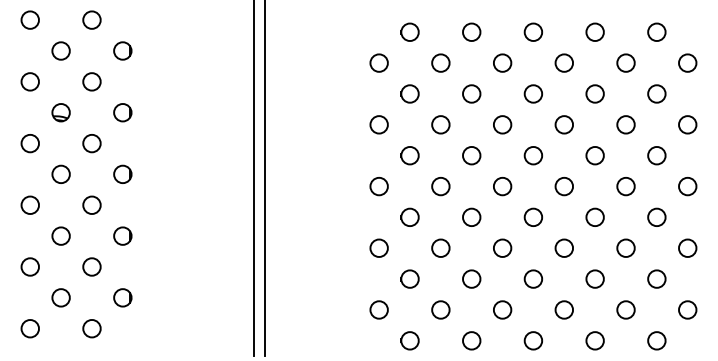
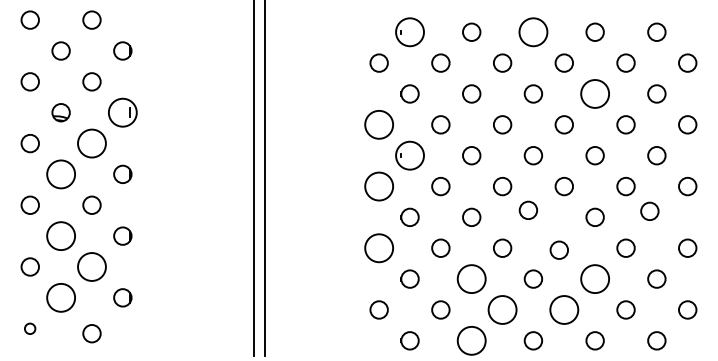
circle at (409, 32) diameter: 17 px -> 28 px
circle at (533, 32) diameter: 17 px -> 28 px
circle at (594, 93) diameter: 17 px -> 28 px
circle at (122, 112) diameter: 17 px -> 28 px
circle at (378, 124) diameter: 17 px -> 28 px
circle at (91, 143) diameter: 17 px -> 28 px
circle at (409, 155) diameter: 17 px -> 28 px
circle at (60, 174) diameter: 17 px -> 28 px
circle at (378, 186) diameter: 17 px -> 28 px
circle at (532, 216) position: (532, 216) -> (527, 209)
circle at (656, 216) position: (656, 216) -> (649, 210)
circle at (60, 235) diameter: 17 px -> 28 px
circle at (378, 247) diameter: 17 px -> 28 px
circle at (563, 247) position: (563, 247) -> (558, 249)
circle at (91, 266) diameter: 17 px -> 28 px
circle at (471, 278) diameter: 17 px -> 28 px
circle at (594, 278) diameter: 17 px -> 28 px
circle at (60, 297) diameter: 17 px -> 28 px
circle at (502, 309) diameter: 17 px -> 28 px
circle at (564, 309) diameter: 17 px -> 28 px
circle at (29, 328) size: 20x20 px -> 13x13 px
circle at (91, 328) position: (91, 328) -> (91, 333)
circle at (471, 340) diameter: 17 px -> 28 px
